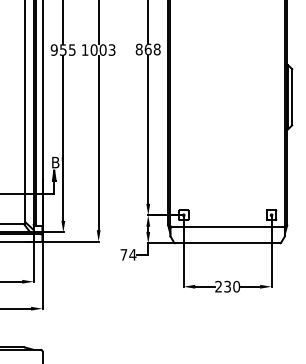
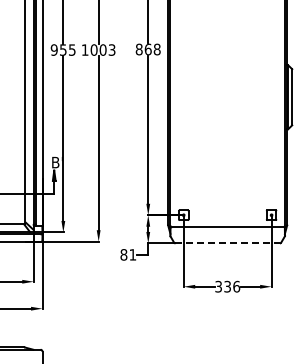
line at (228, 243): solid -> dashed
text at (128, 254): 74 -> 81
text at (227, 286): 230 -> 336
